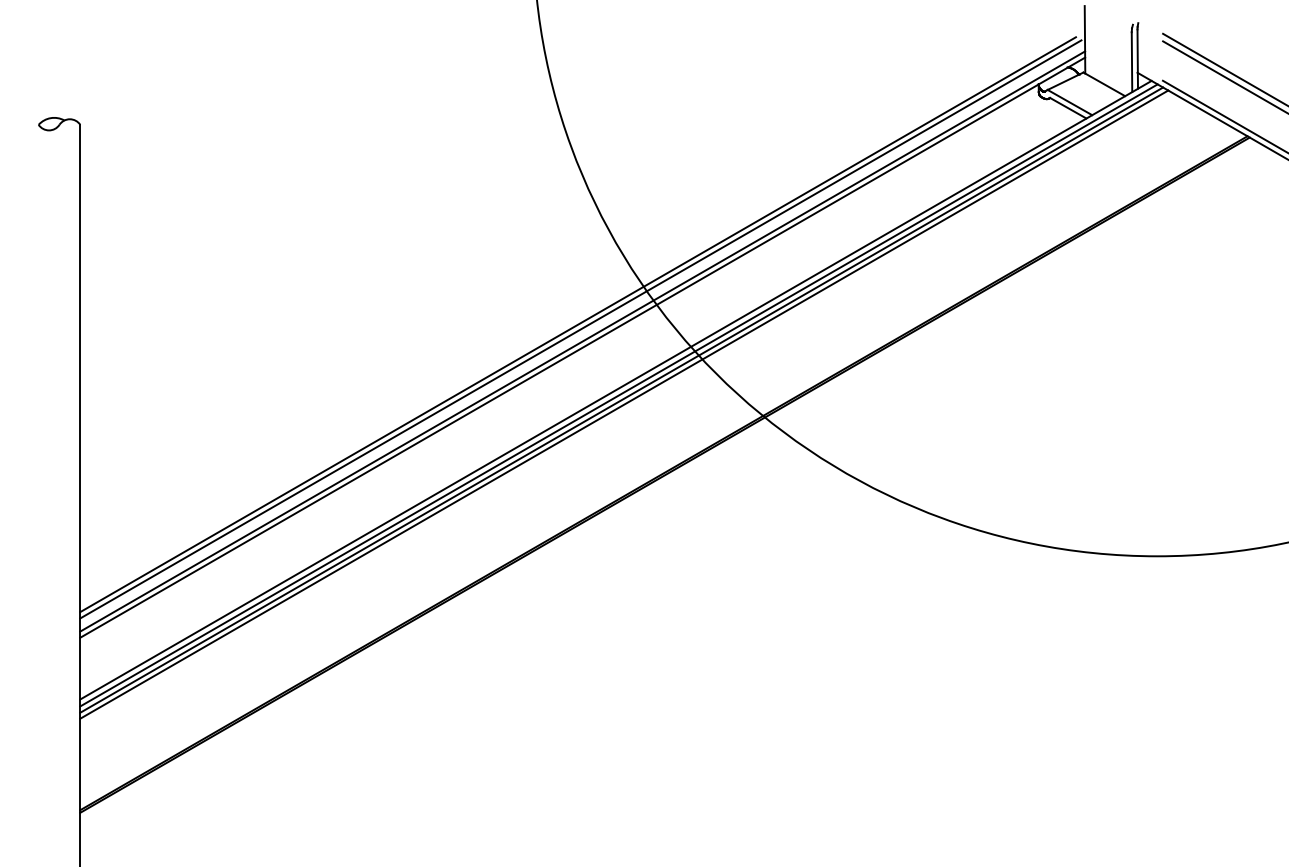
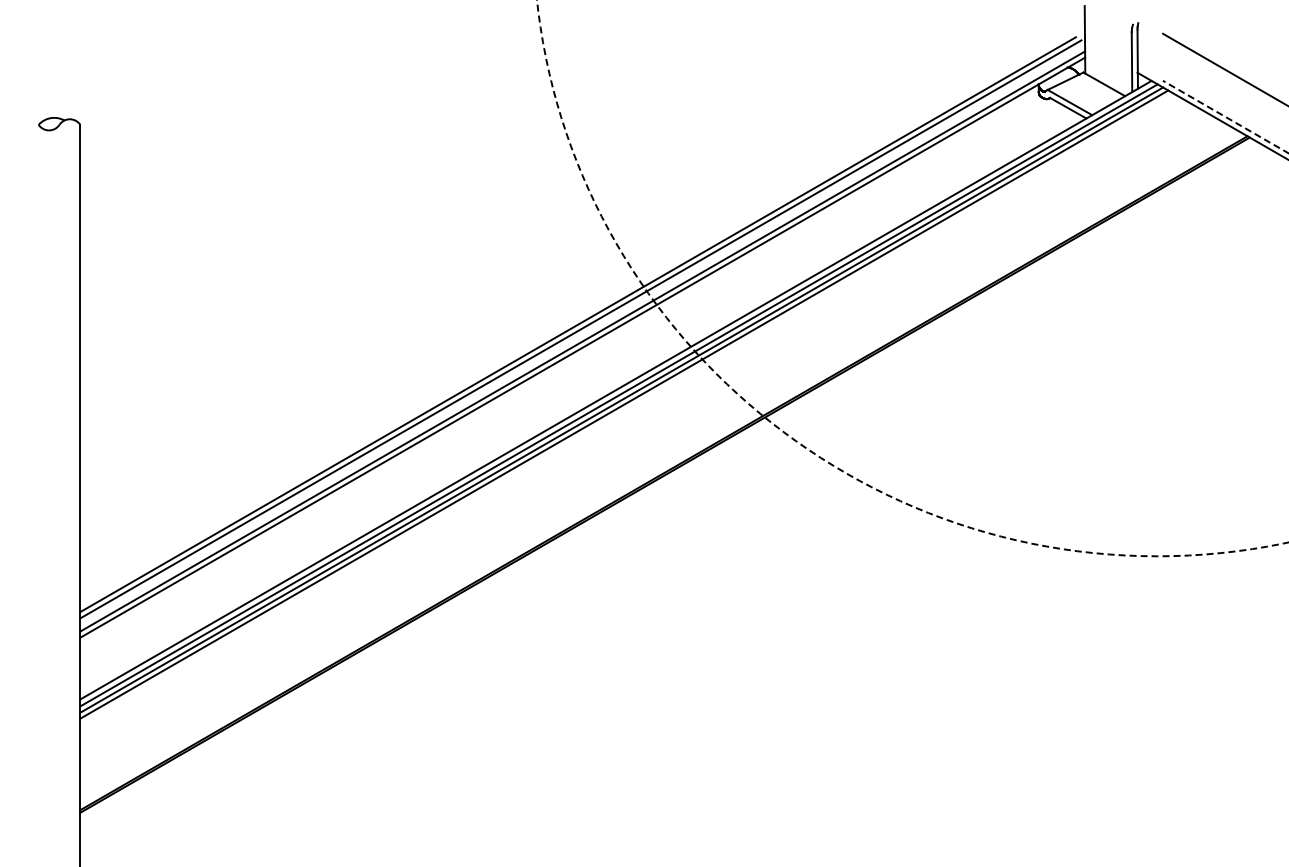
line at (1224, 76): present -> none
line at (1225, 116): solid -> dashed
circle at (912, 278): solid -> dashed
